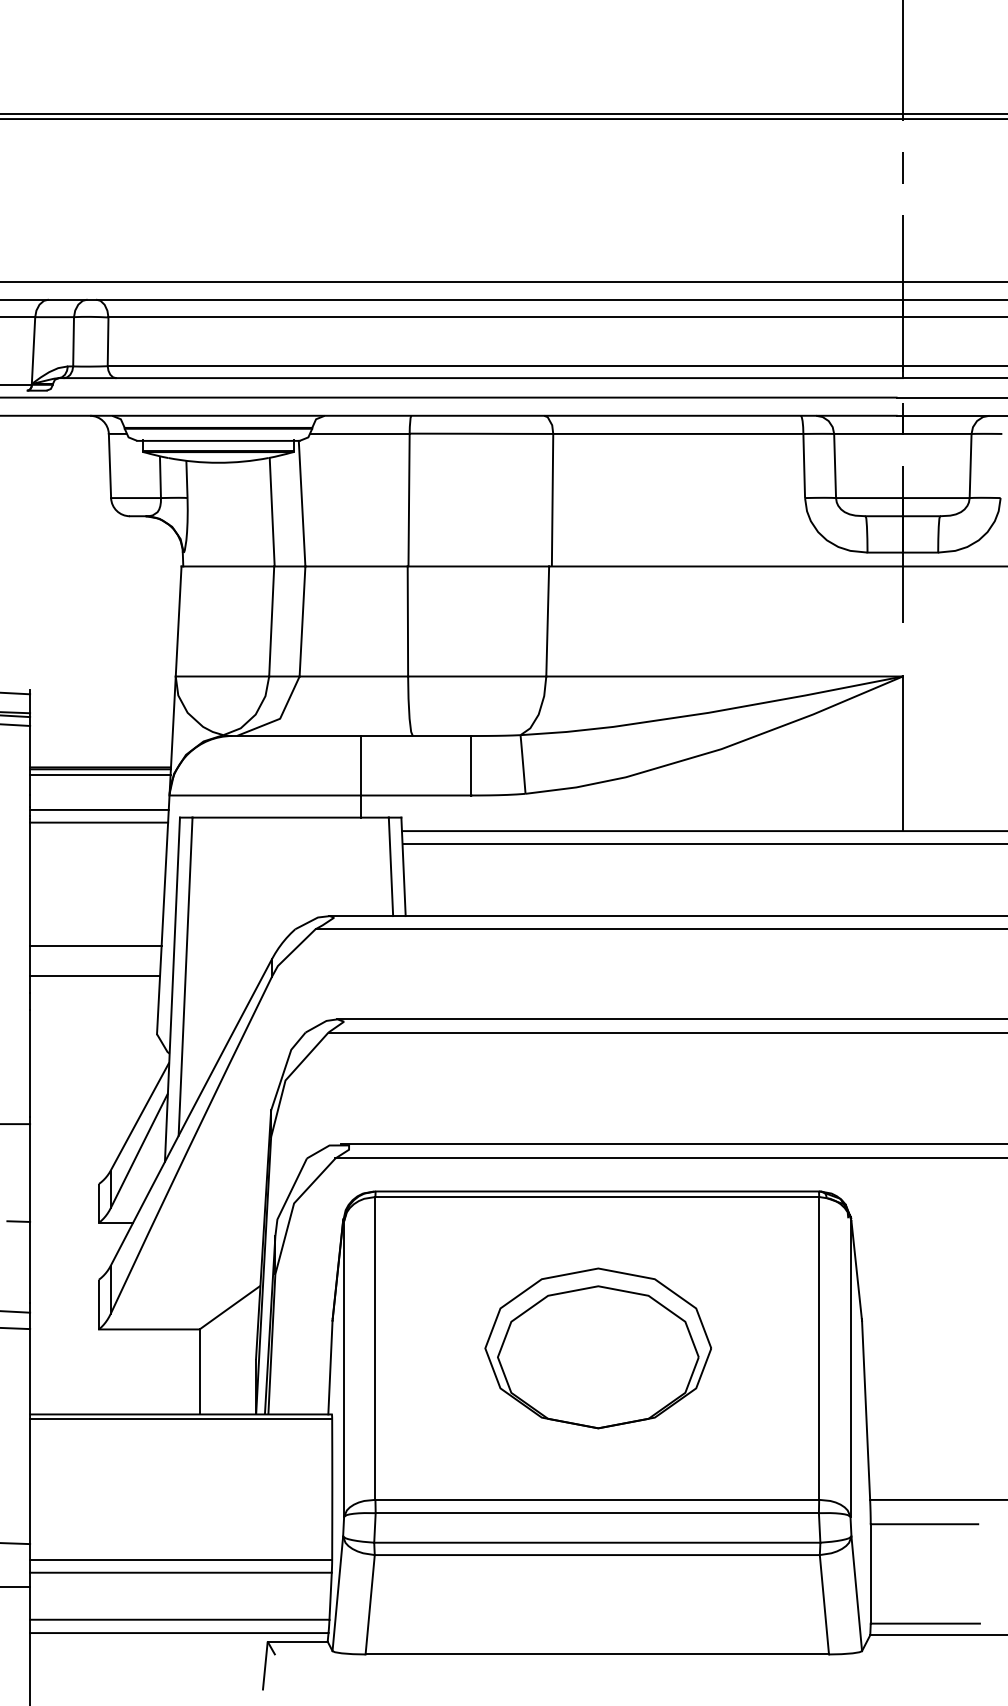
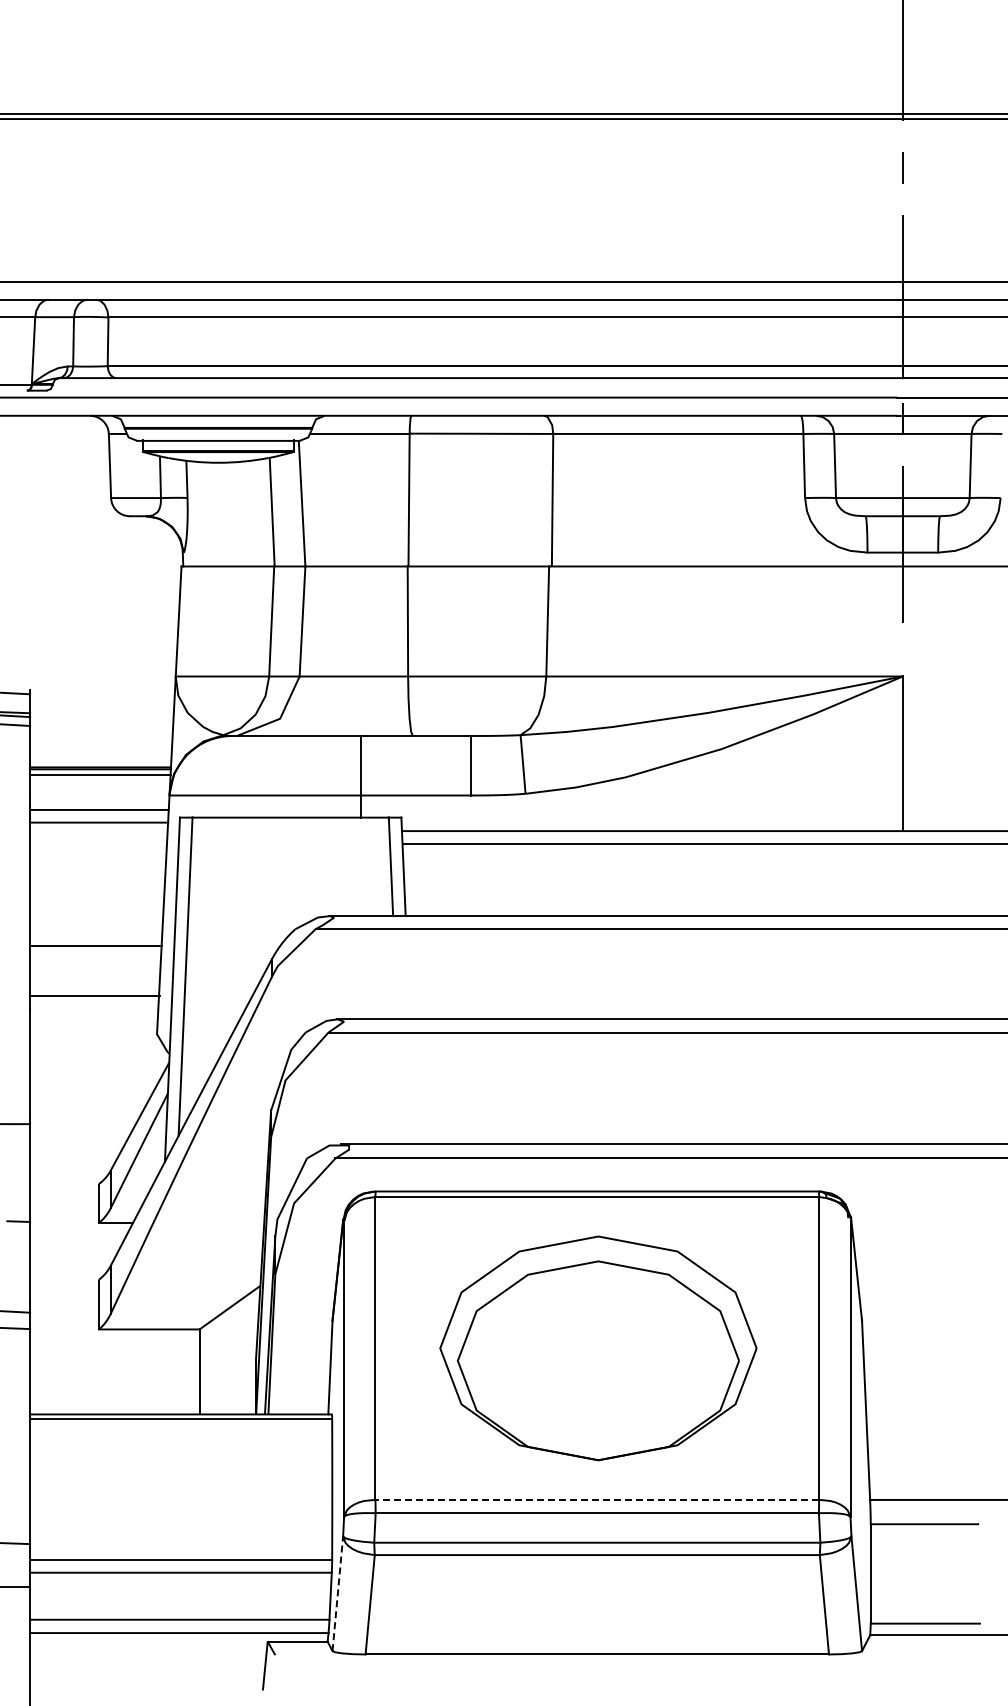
line at (95, 975) position: (95, 975) -> (95, 995)
part at (597, 1348) size: 228x163 px -> 319x227 px
line at (597, 1499): solid -> dashed
line at (337, 1593): solid -> dashed
